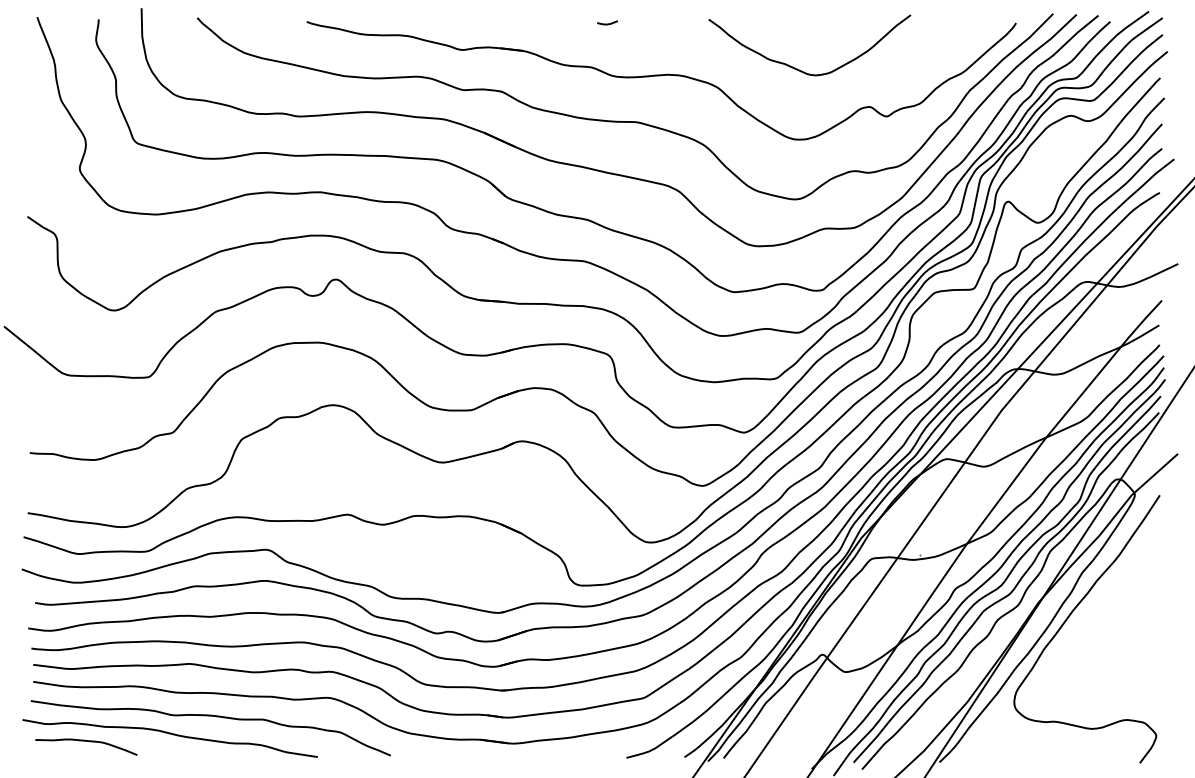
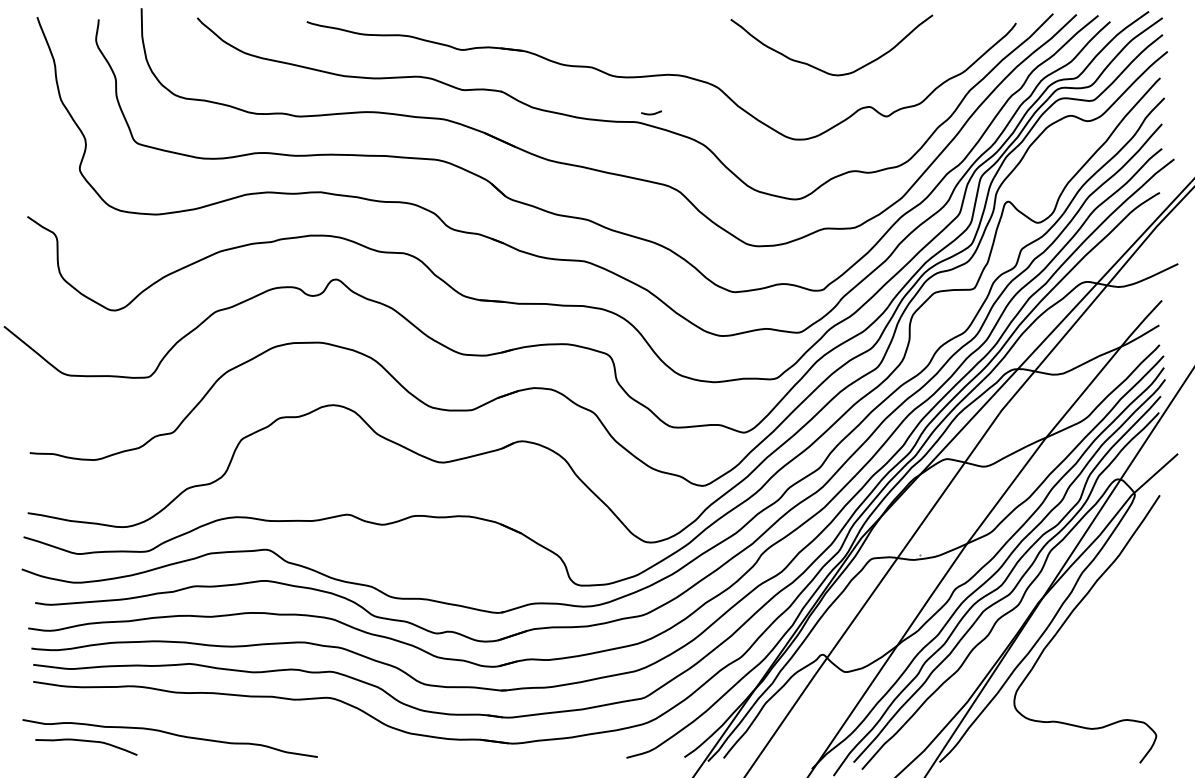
curve at (607, 23) position: (607, 23) -> (651, 113)
curve at (797, 68) position: (797, 68) -> (819, 68)
curve at (210, 716): present -> none
